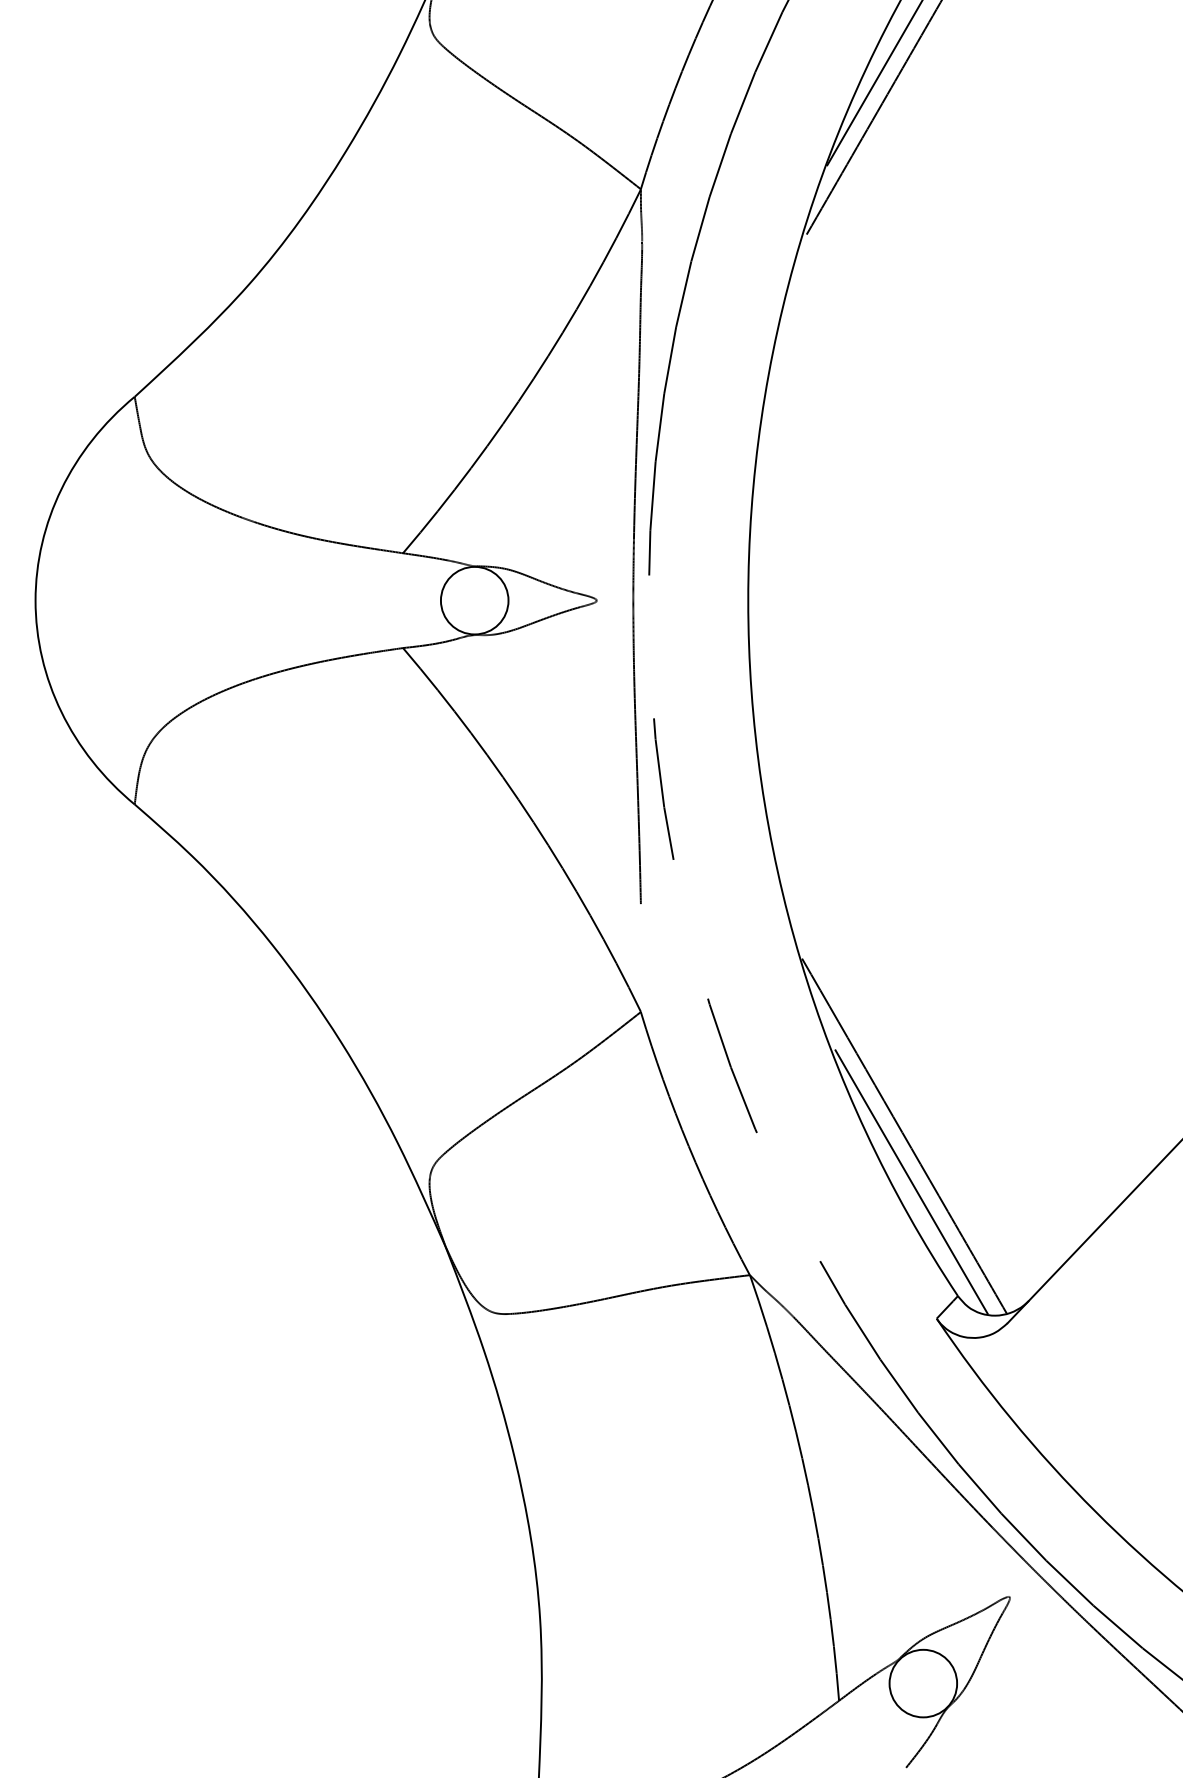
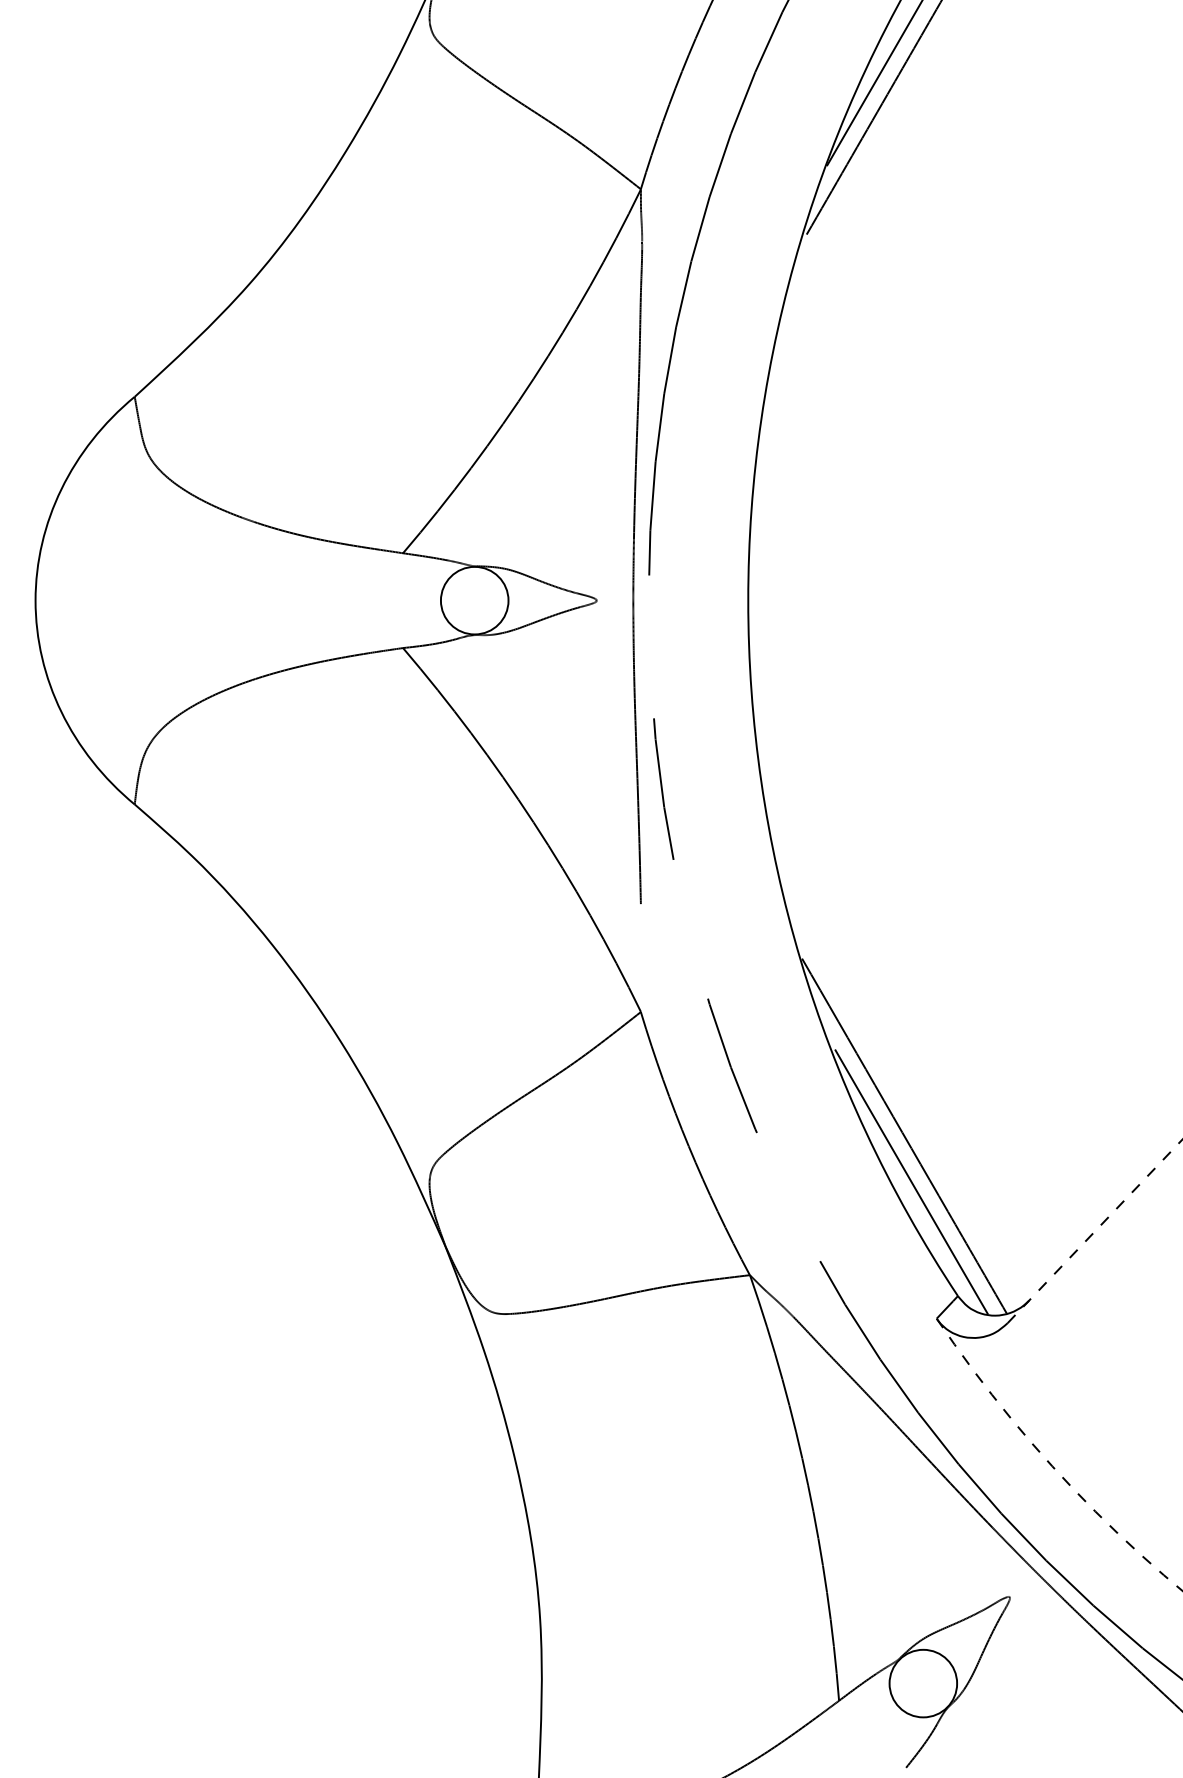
line at (1095, 1231): solid -> dashed
arc at (1050, 1464): solid -> dashed
